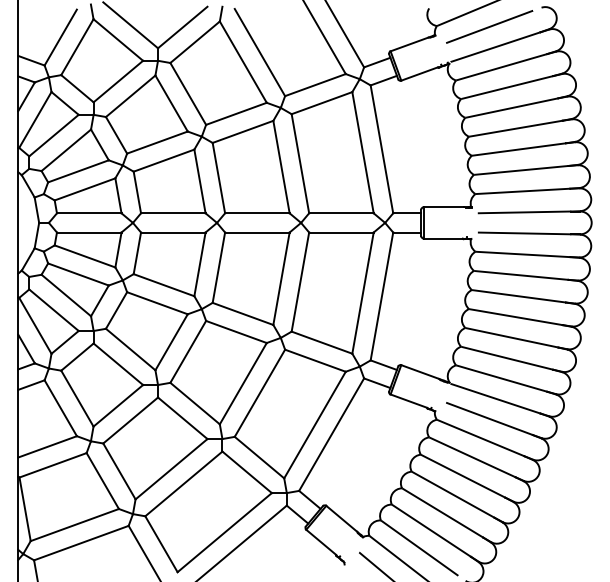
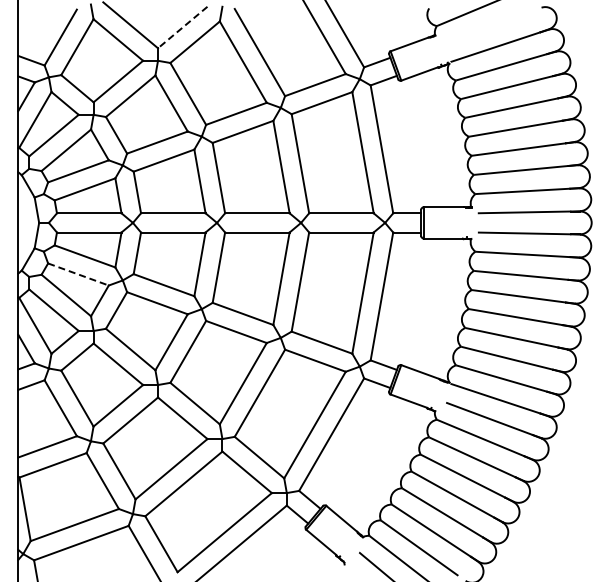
line at (489, 26): present -> none
line at (182, 27): solid -> dashed
line at (78, 274): solid -> dashed
